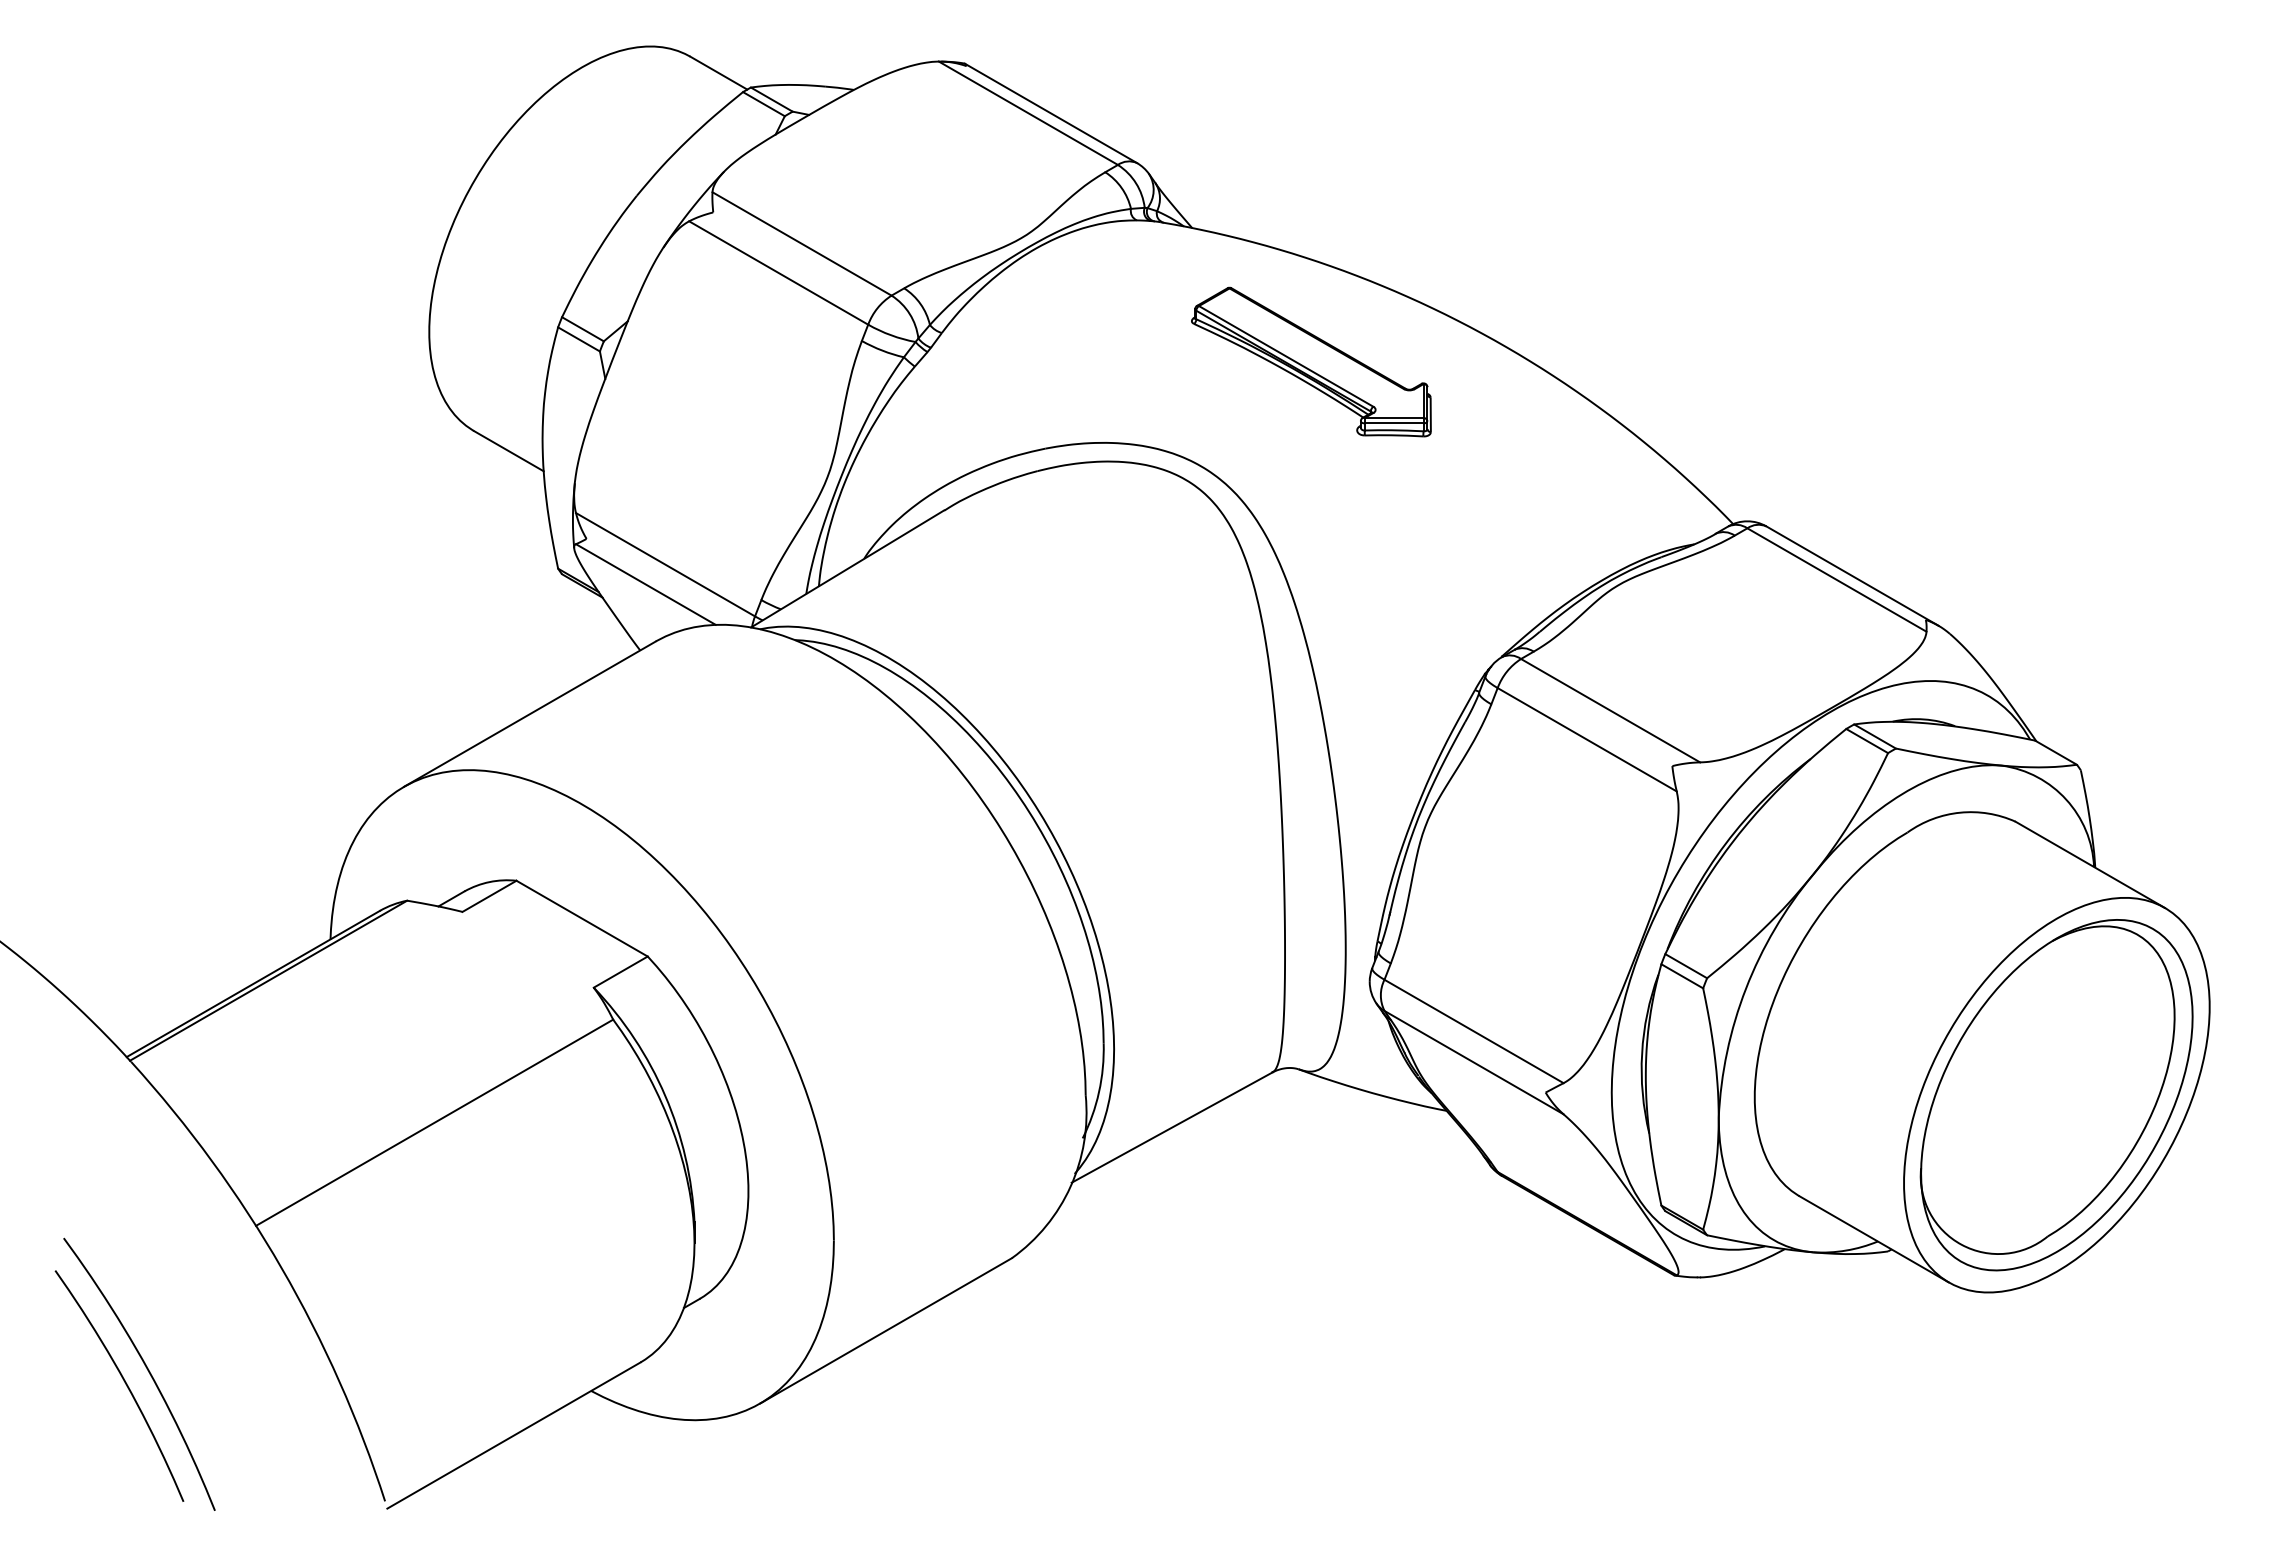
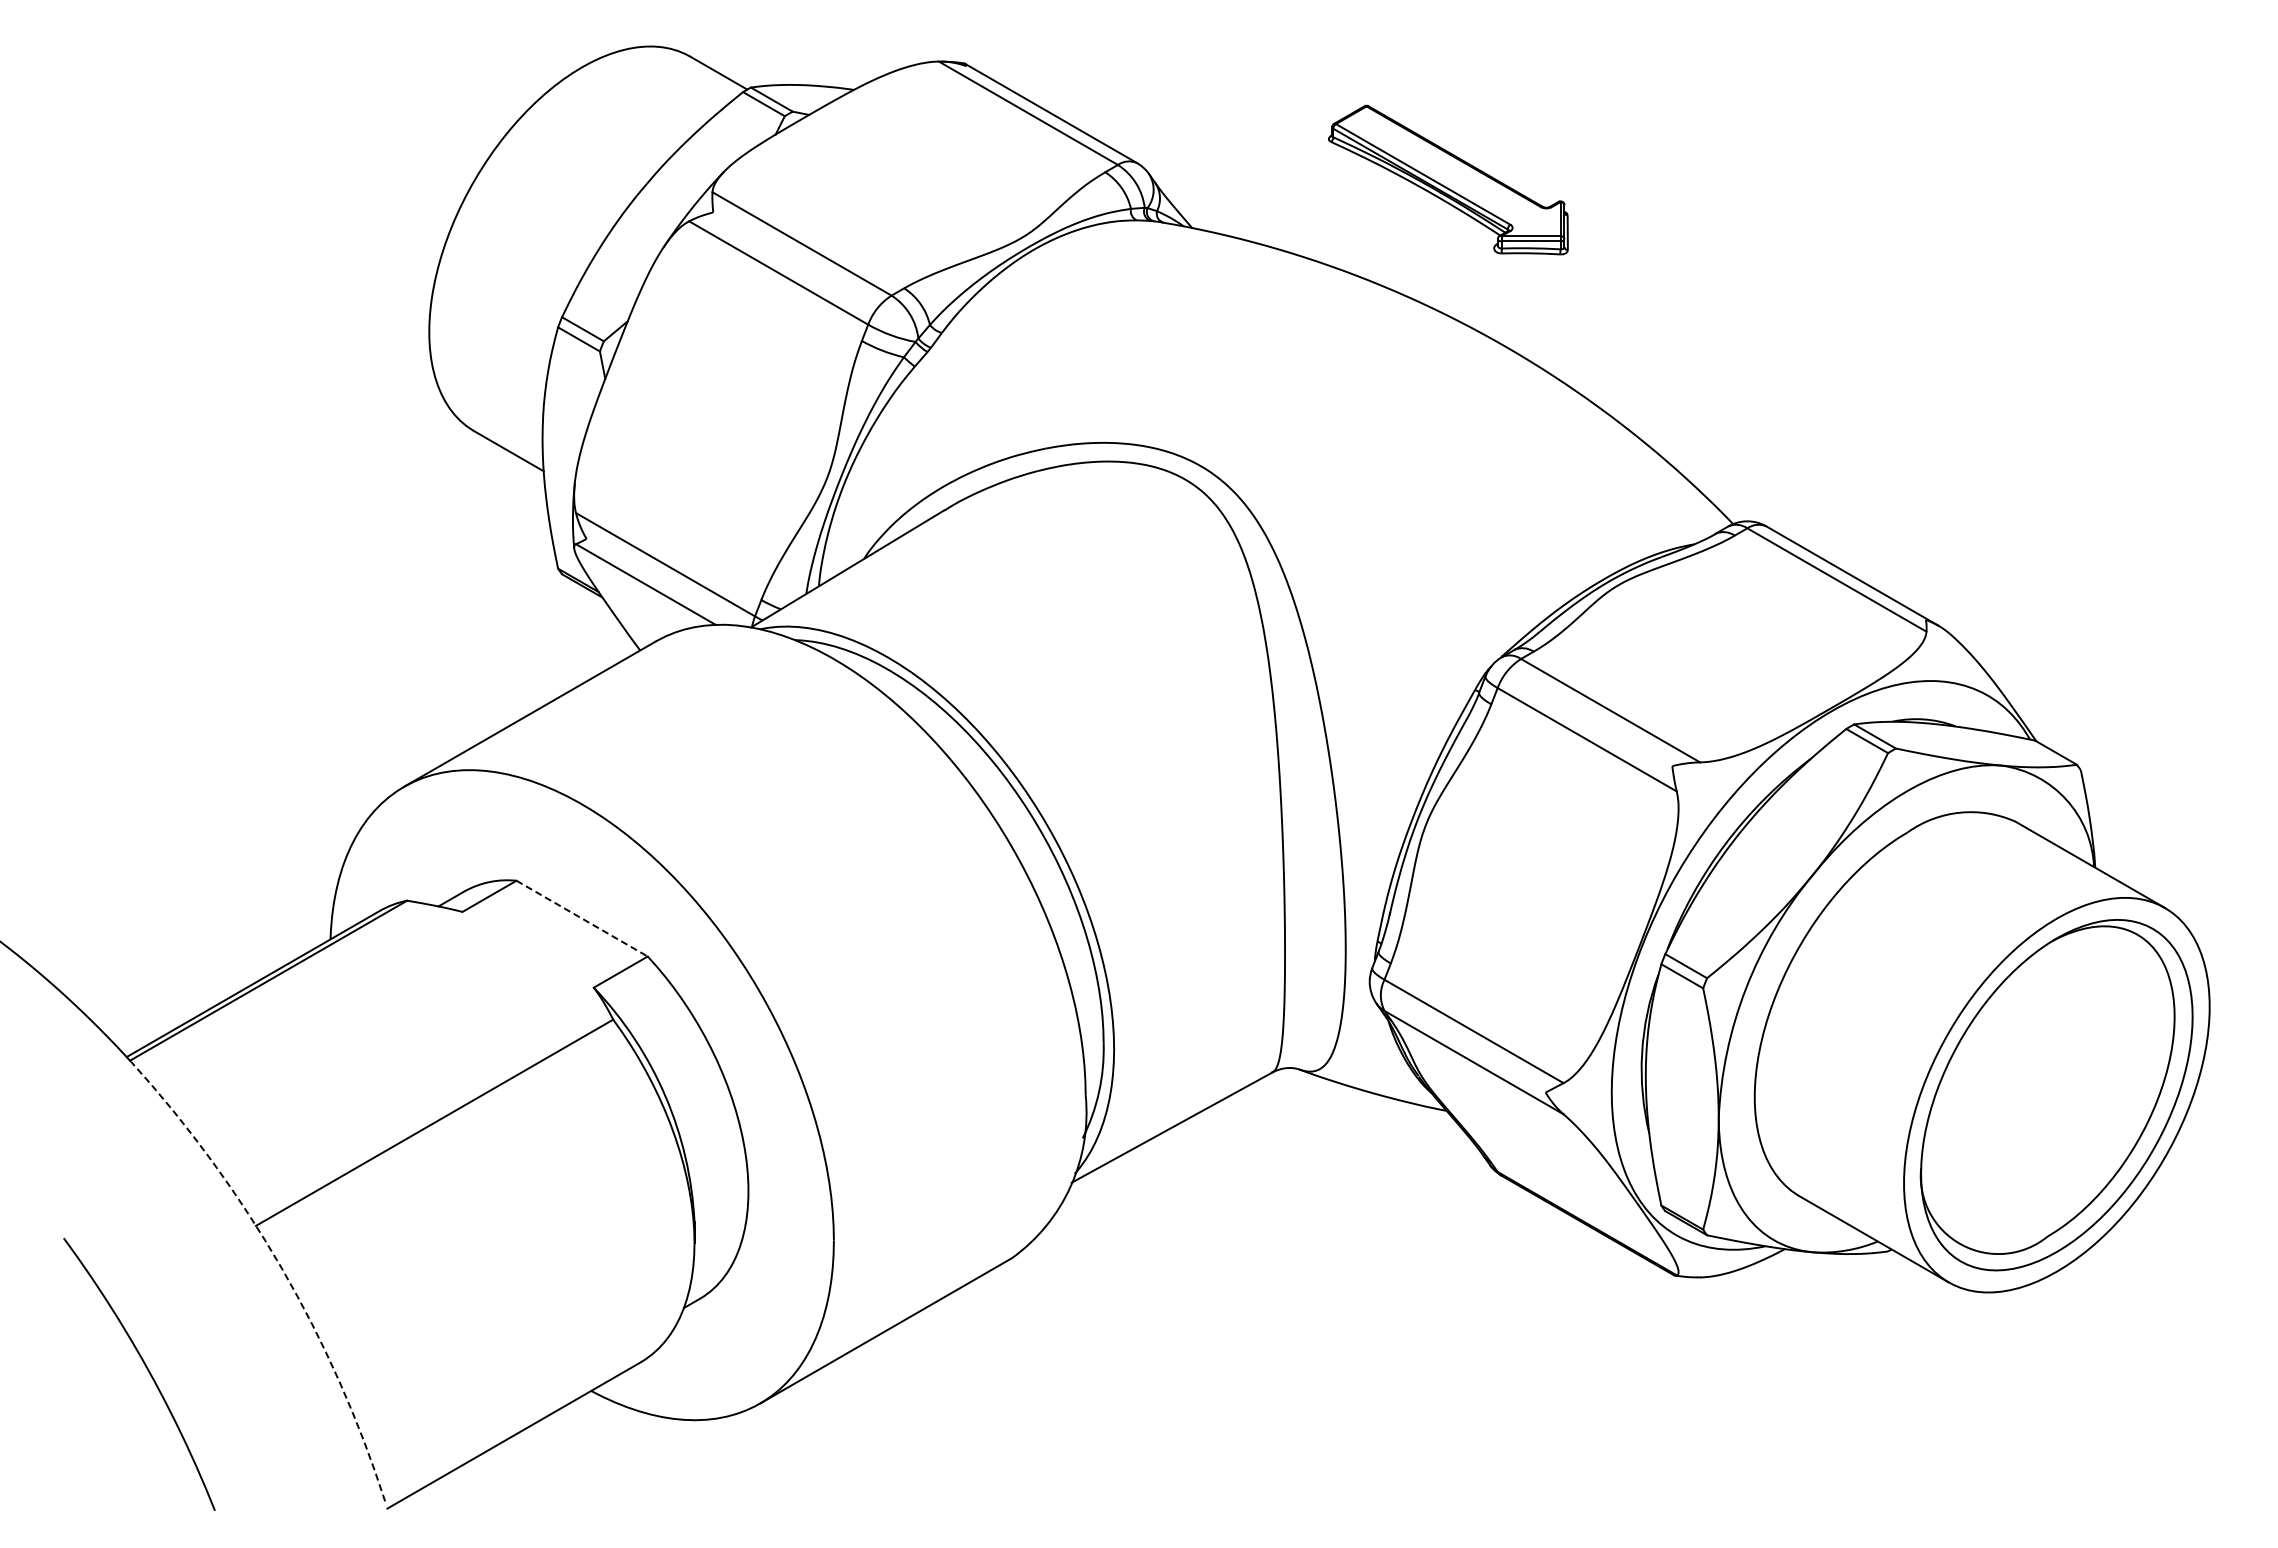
part at (1311, 361) position: (1311, 361) -> (1448, 179)
line at (582, 918): solid -> dashed
arc at (281, 1268): solid -> dashed
curve at (123, 1381): present -> none
